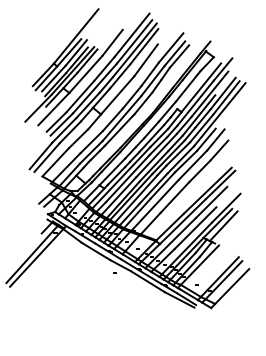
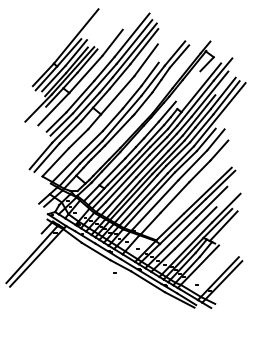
line at (170, 47): present -> none
line at (187, 86): present -> none
line at (230, 288): present -> none
